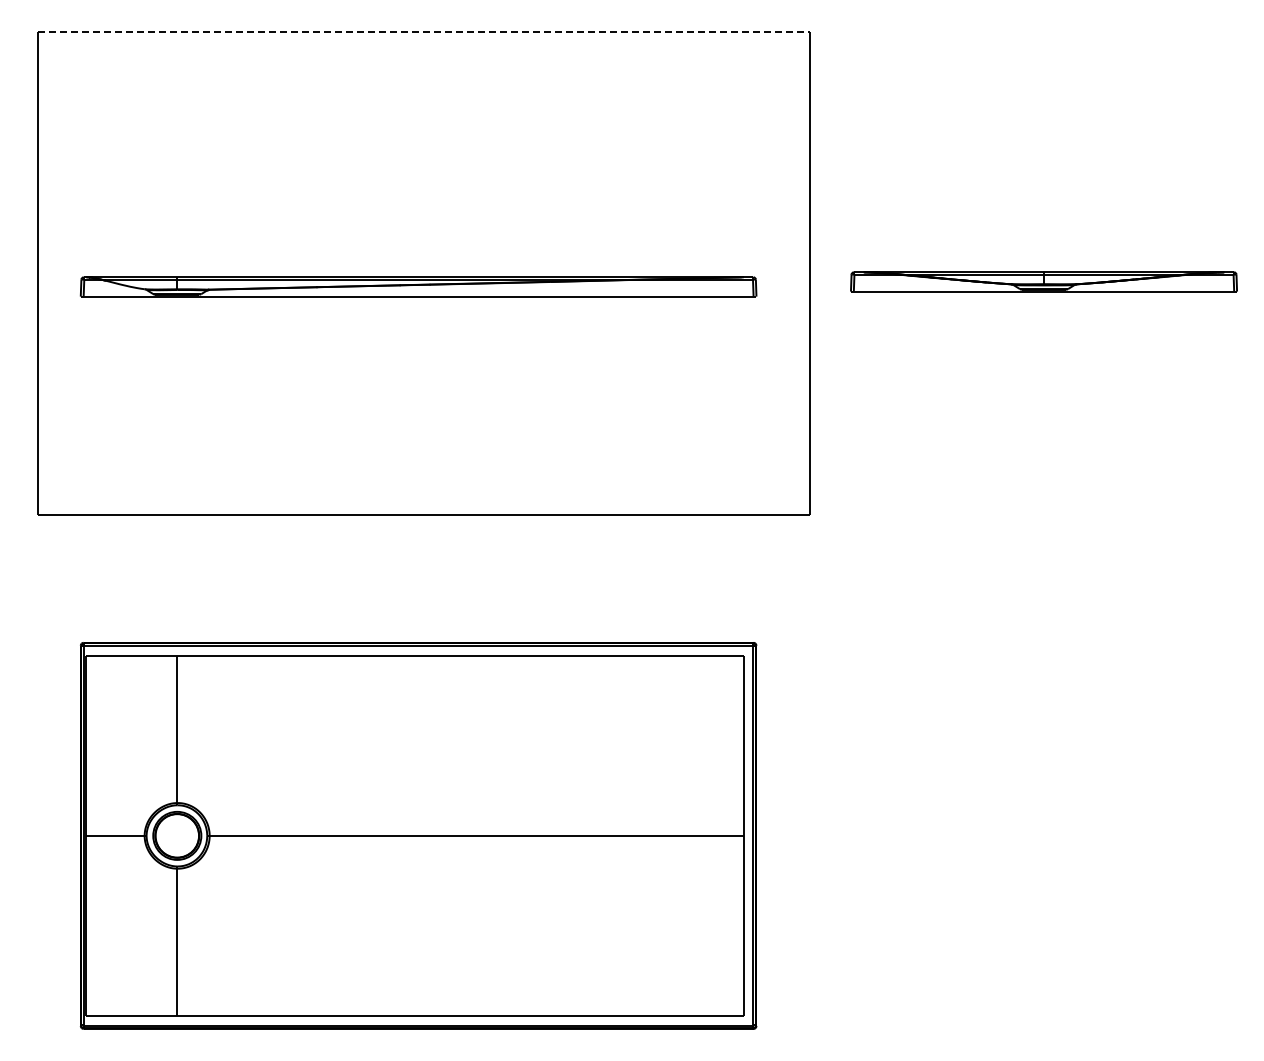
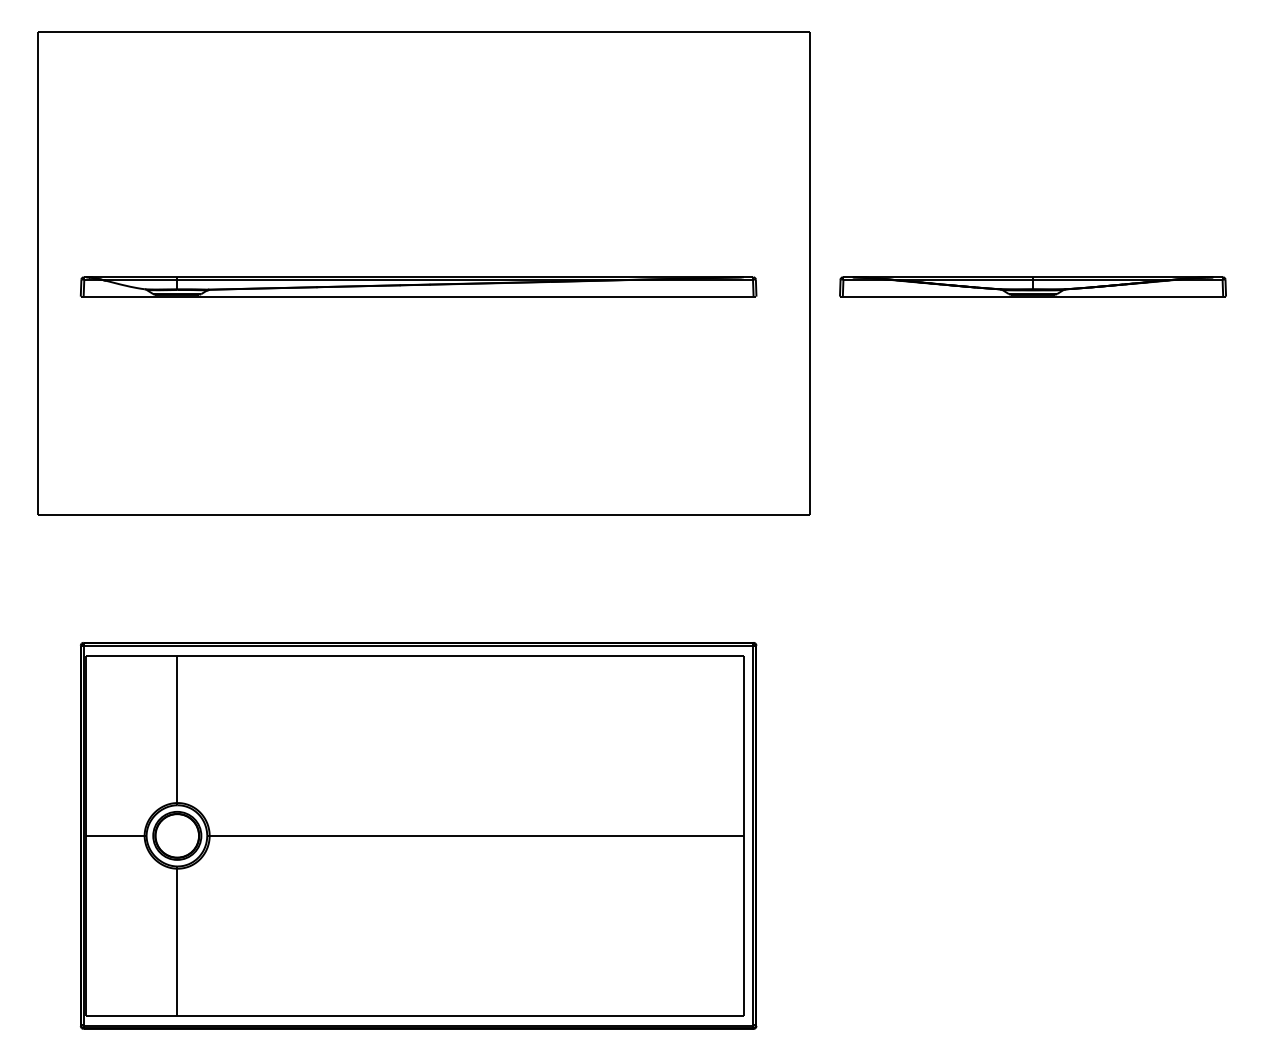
line at (424, 32): dashed -> solid
part at (1043, 281) position: (1043, 281) -> (1032, 286)
